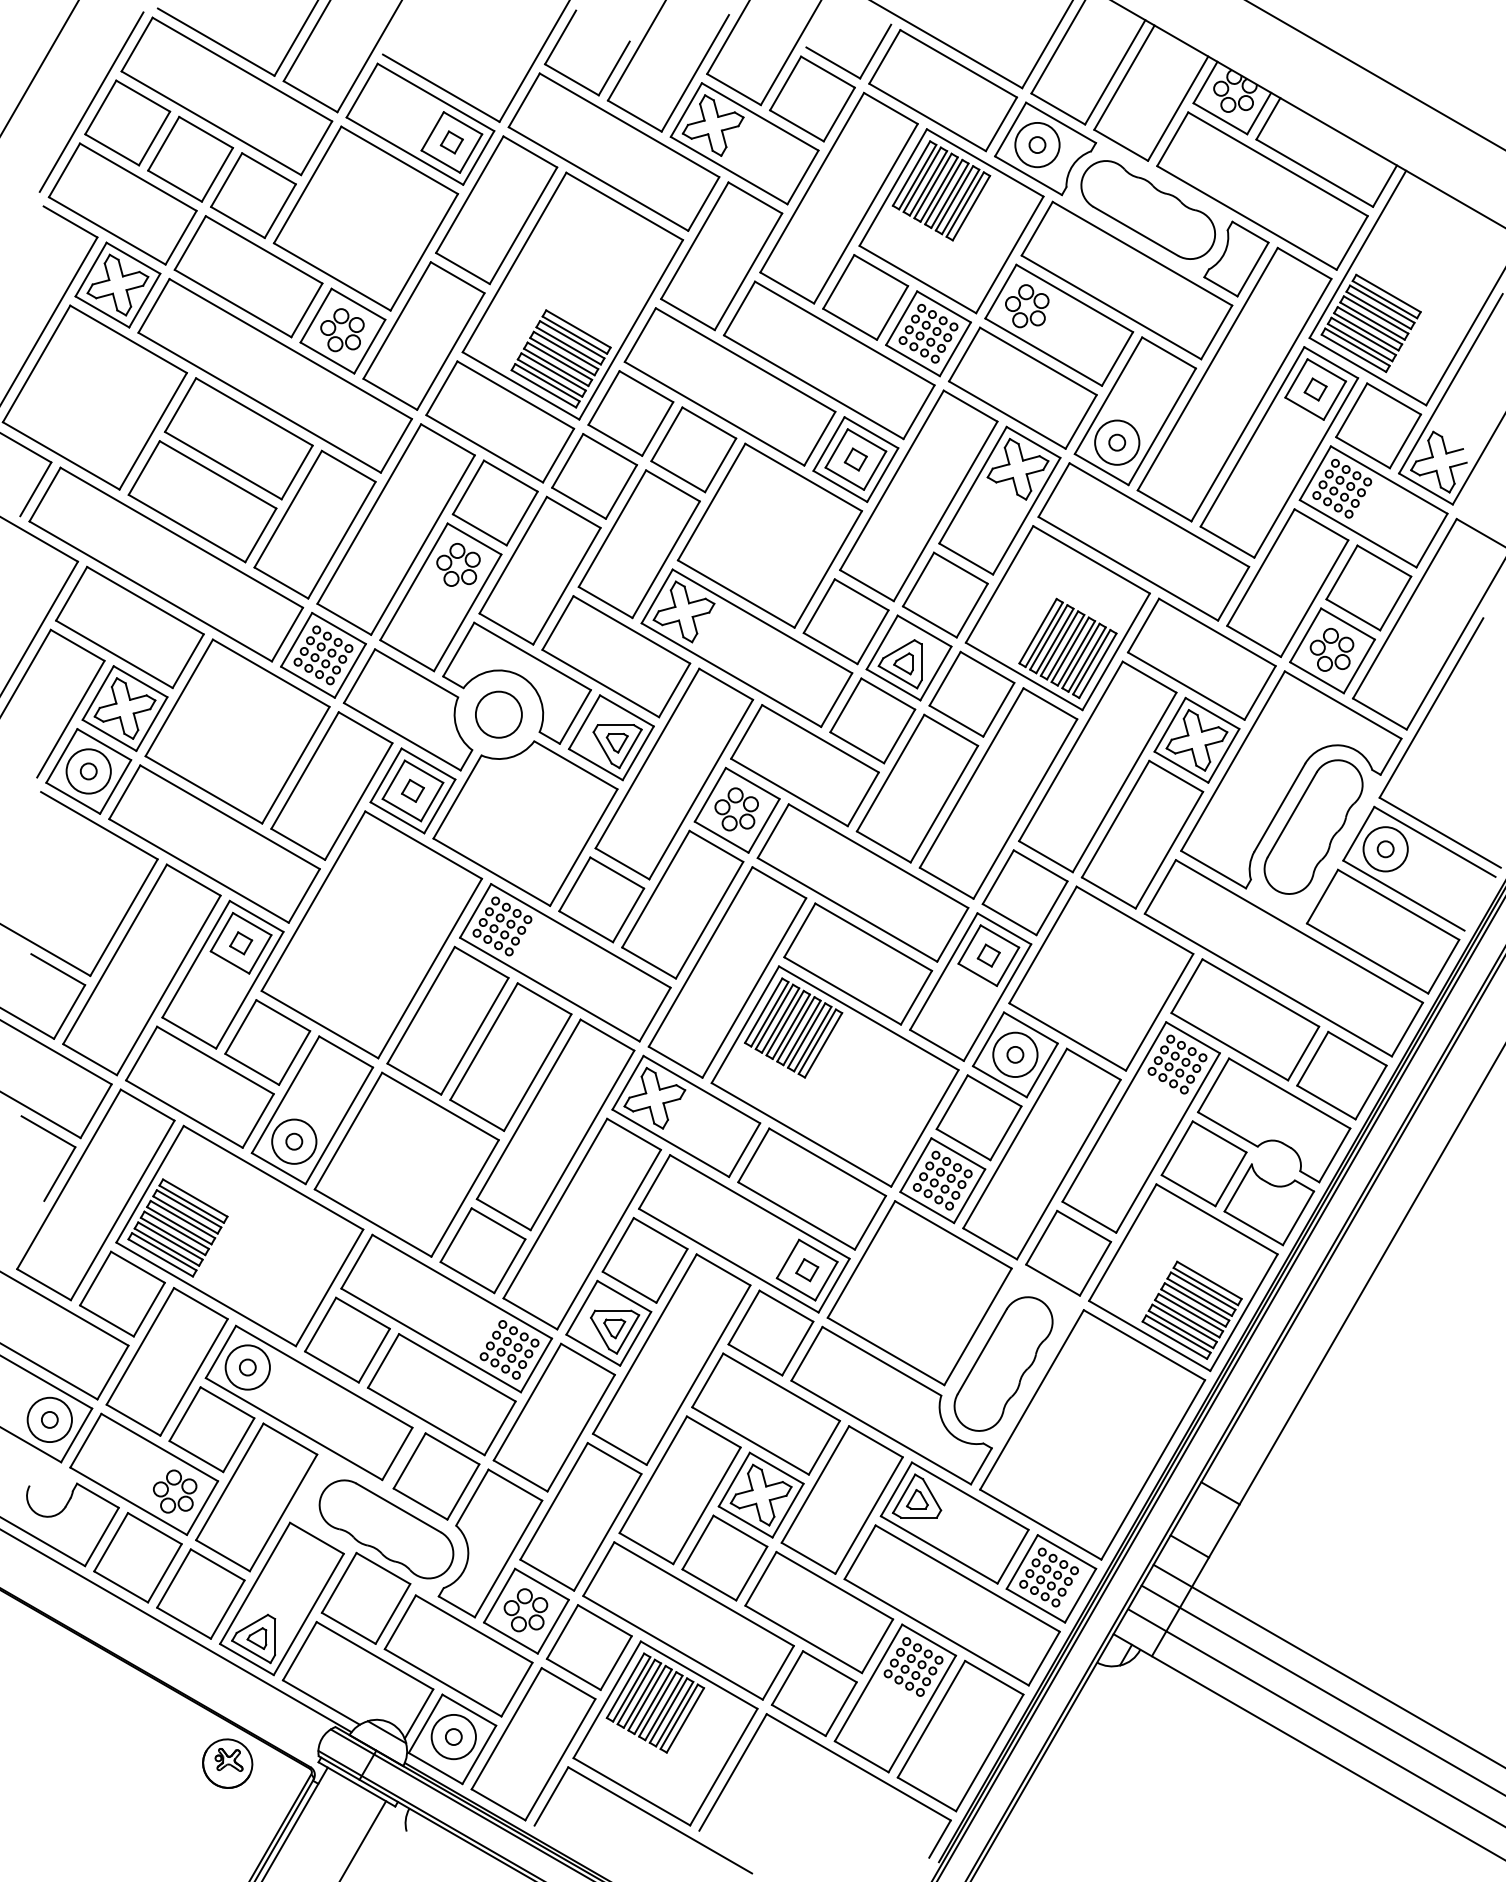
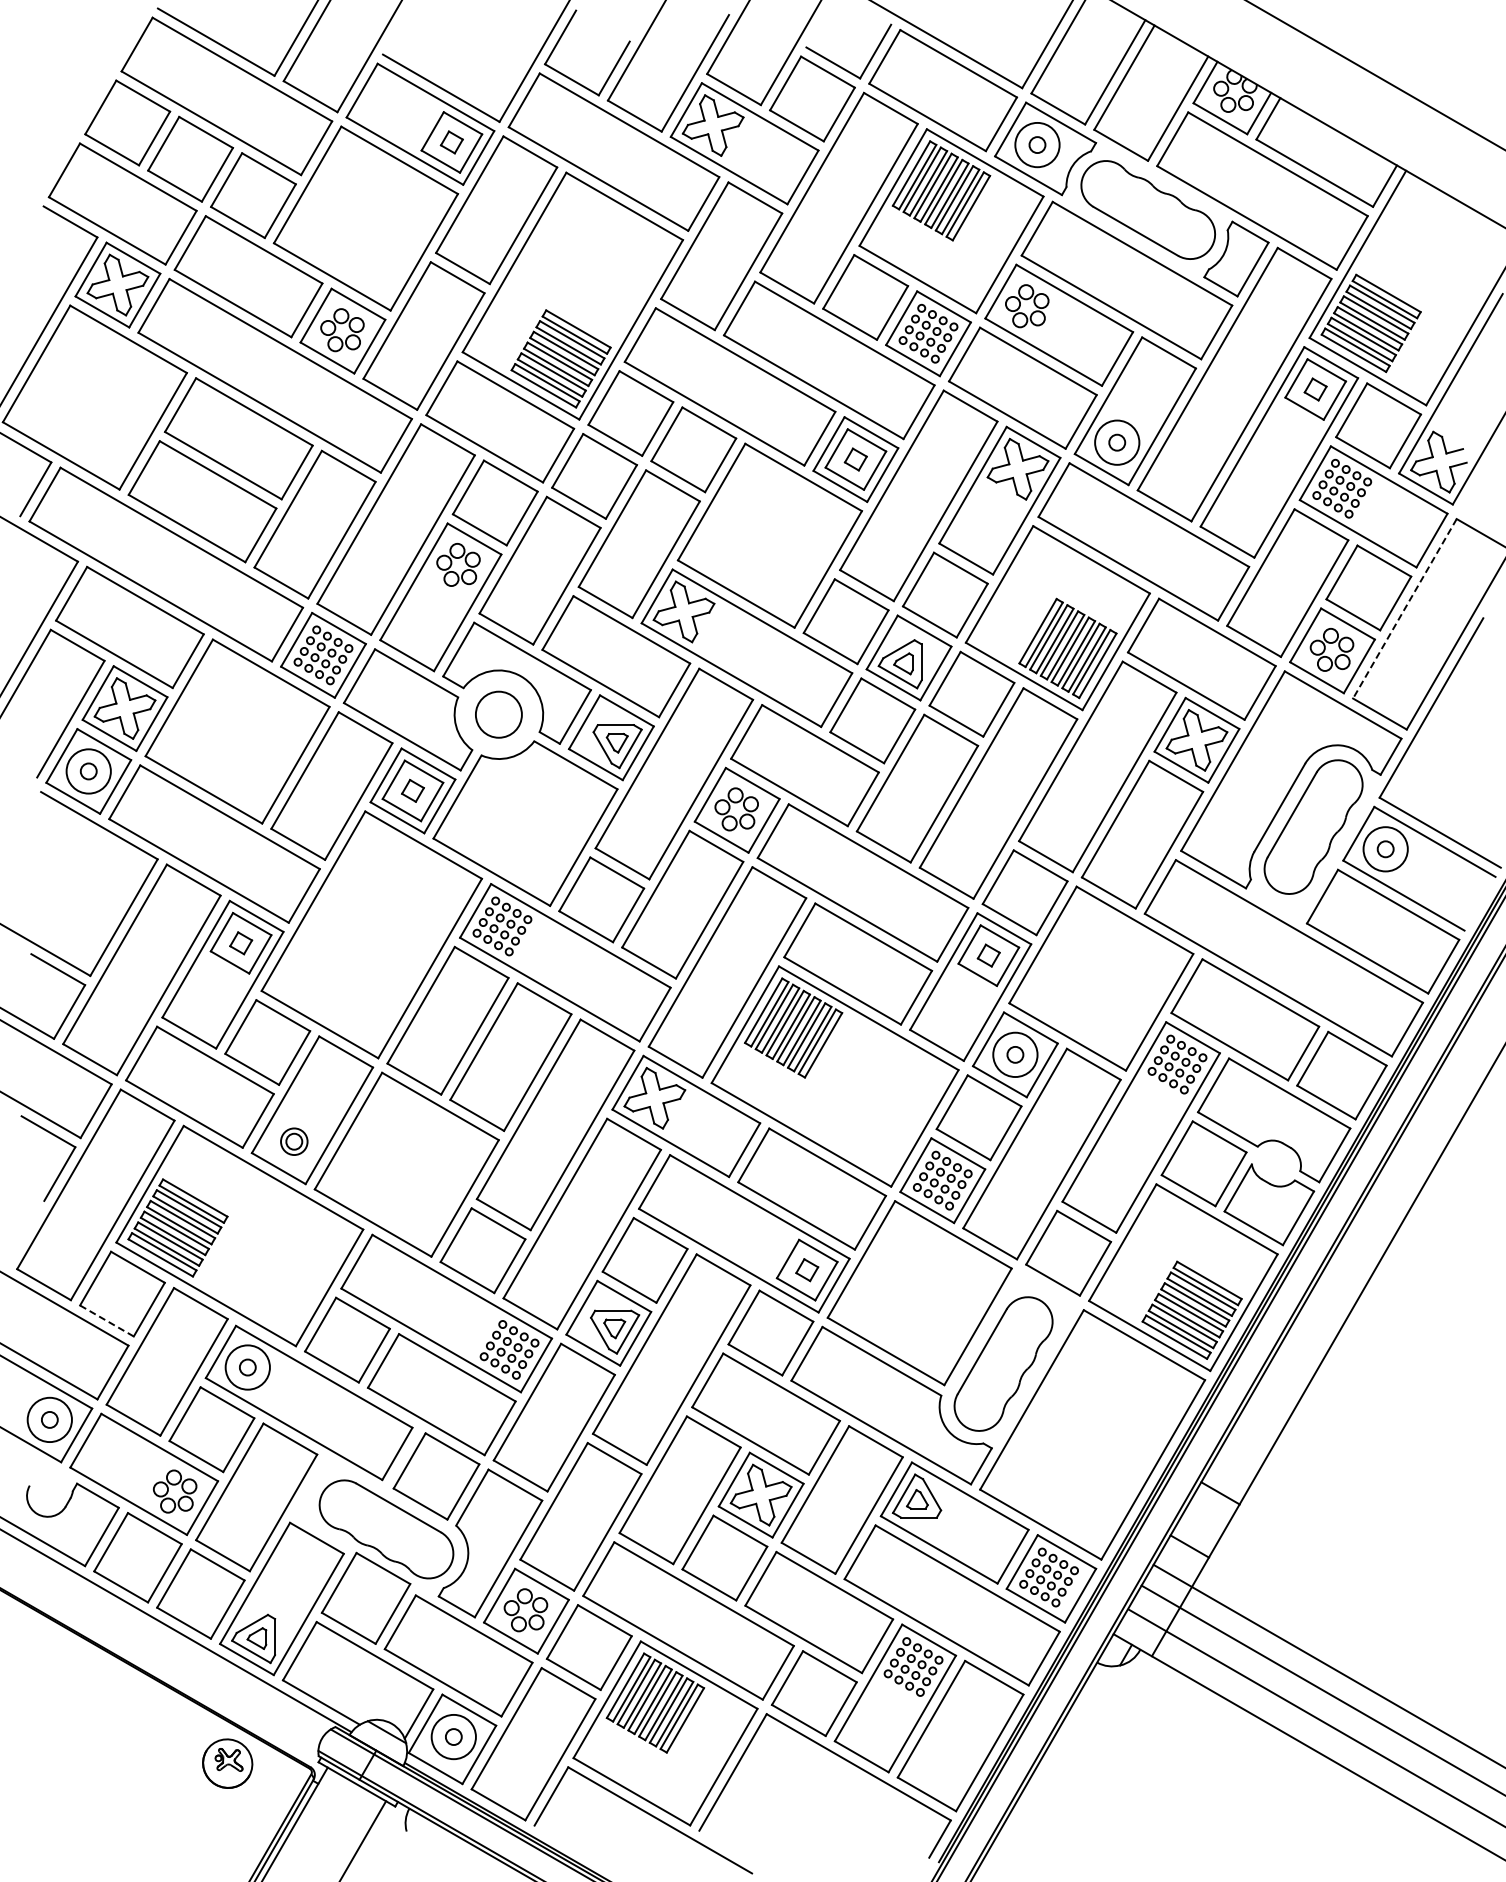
line at (39, 67): present -> none
line at (91, 101): present -> none
line at (1404, 608): solid -> dashed
circle at (294, 1141) diameter: 44 px -> 27 px
line at (107, 1321): solid -> dashed
